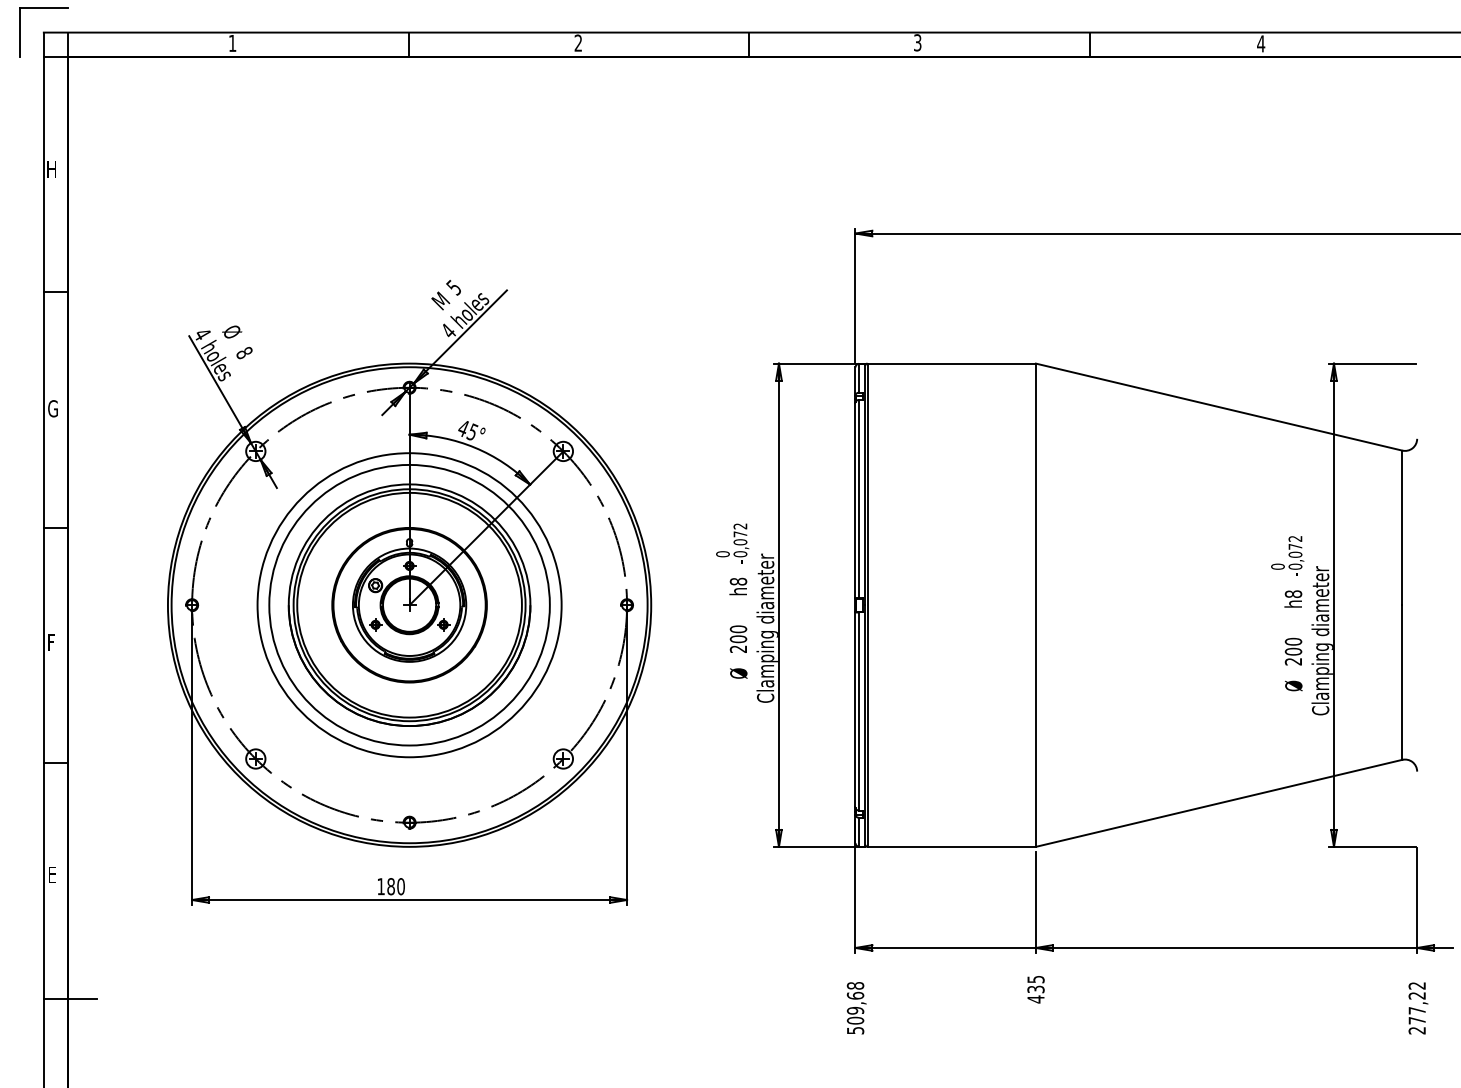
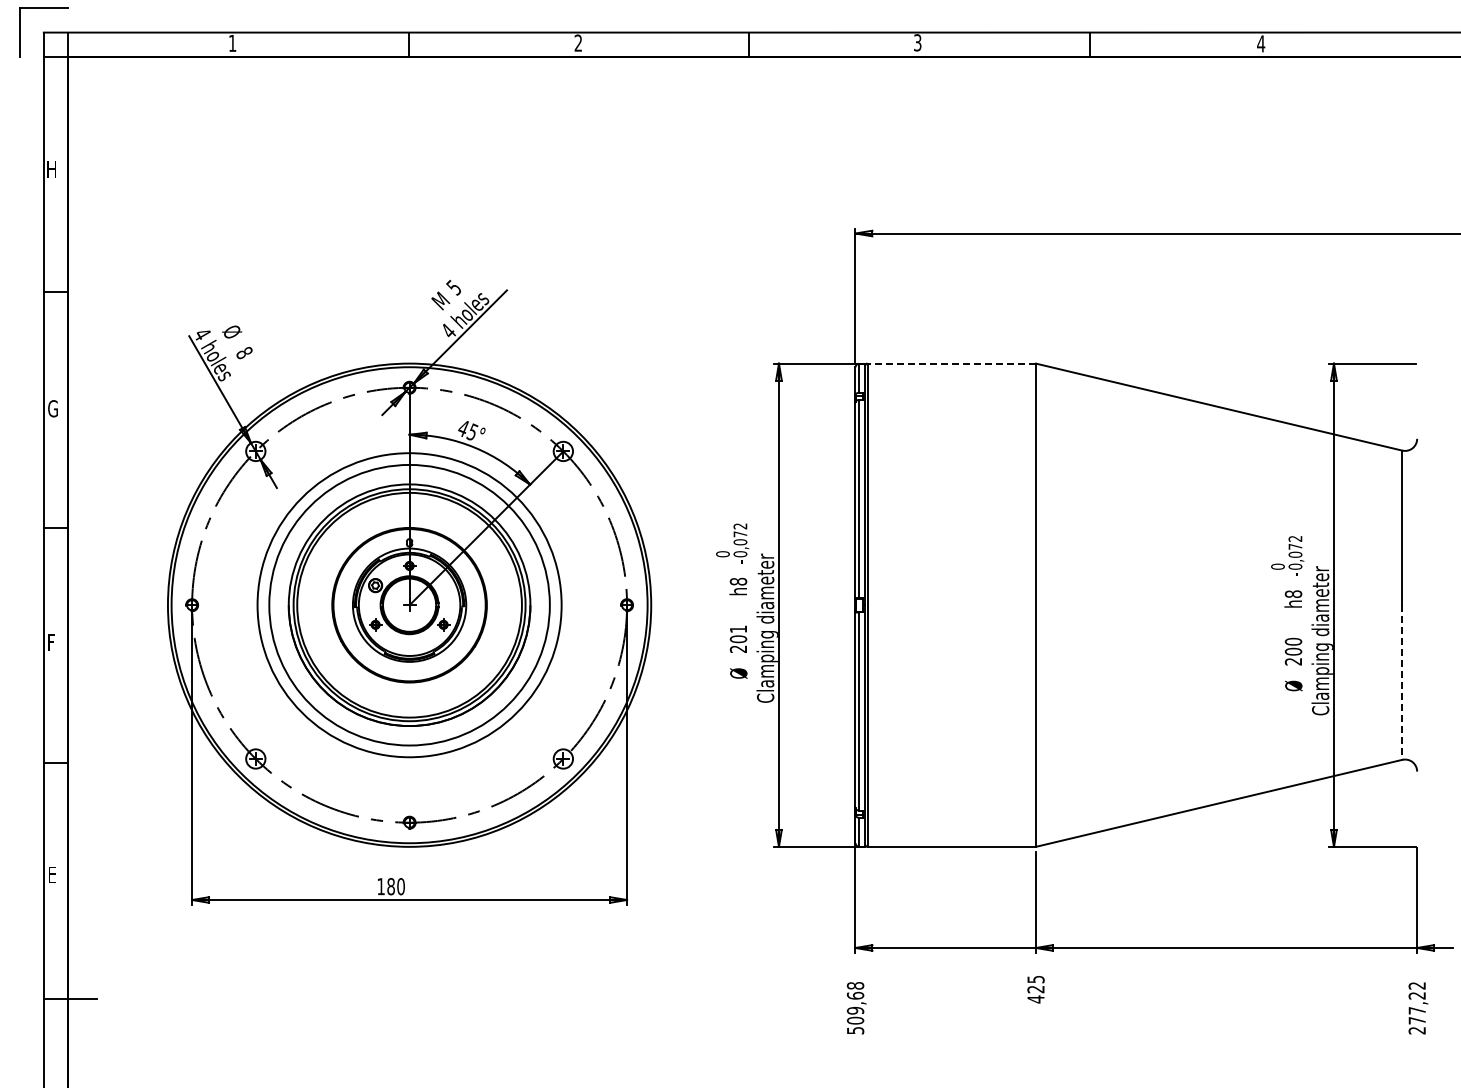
line at (951, 363): solid -> dashed
text at (738, 629): 200 -> 201
line at (1402, 683): solid -> dashed
text at (1035, 989): 435 -> 425
